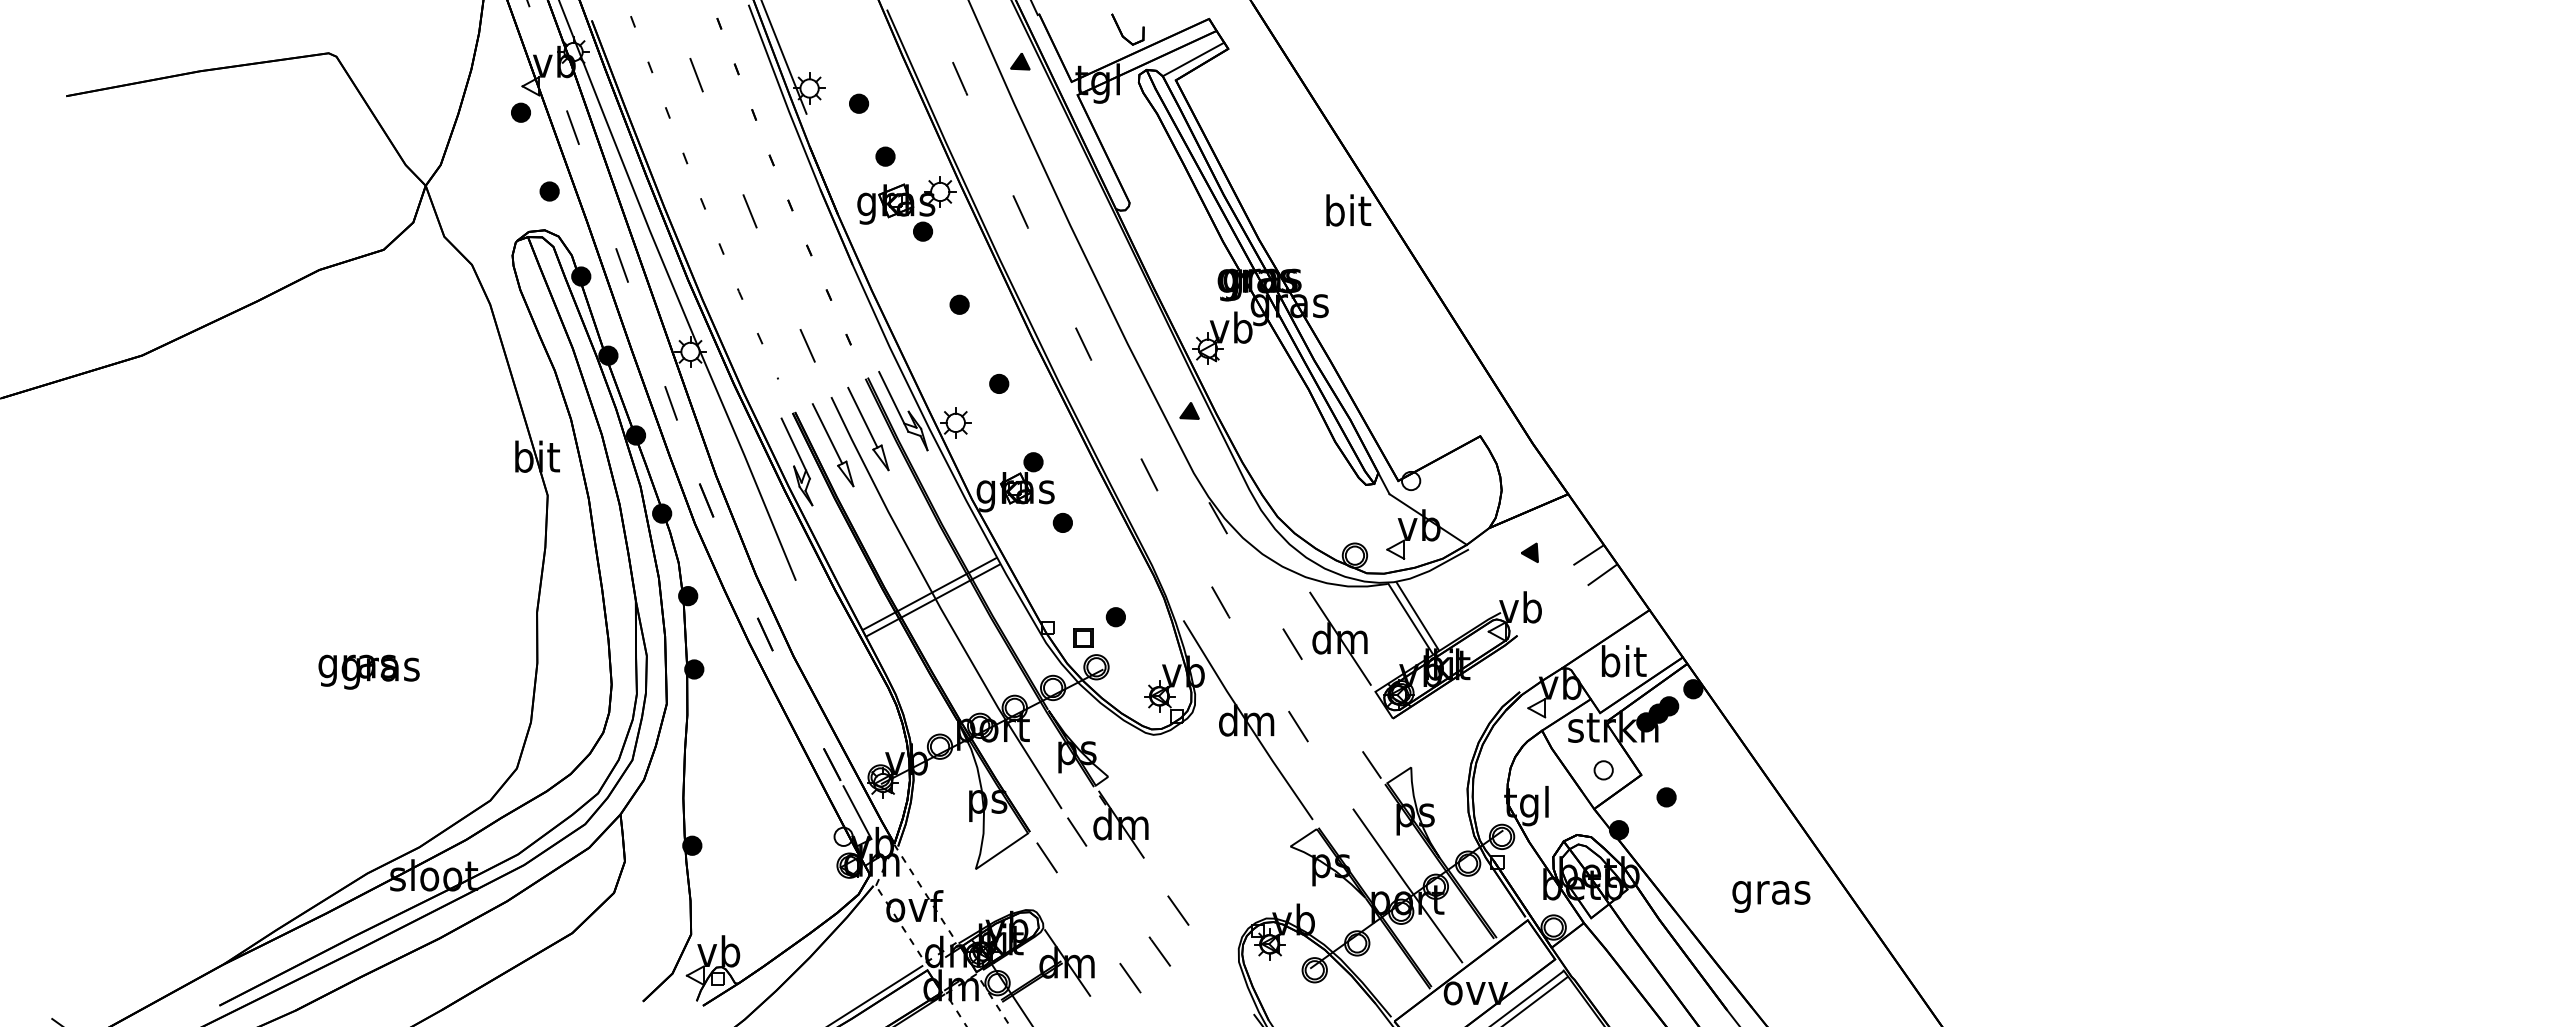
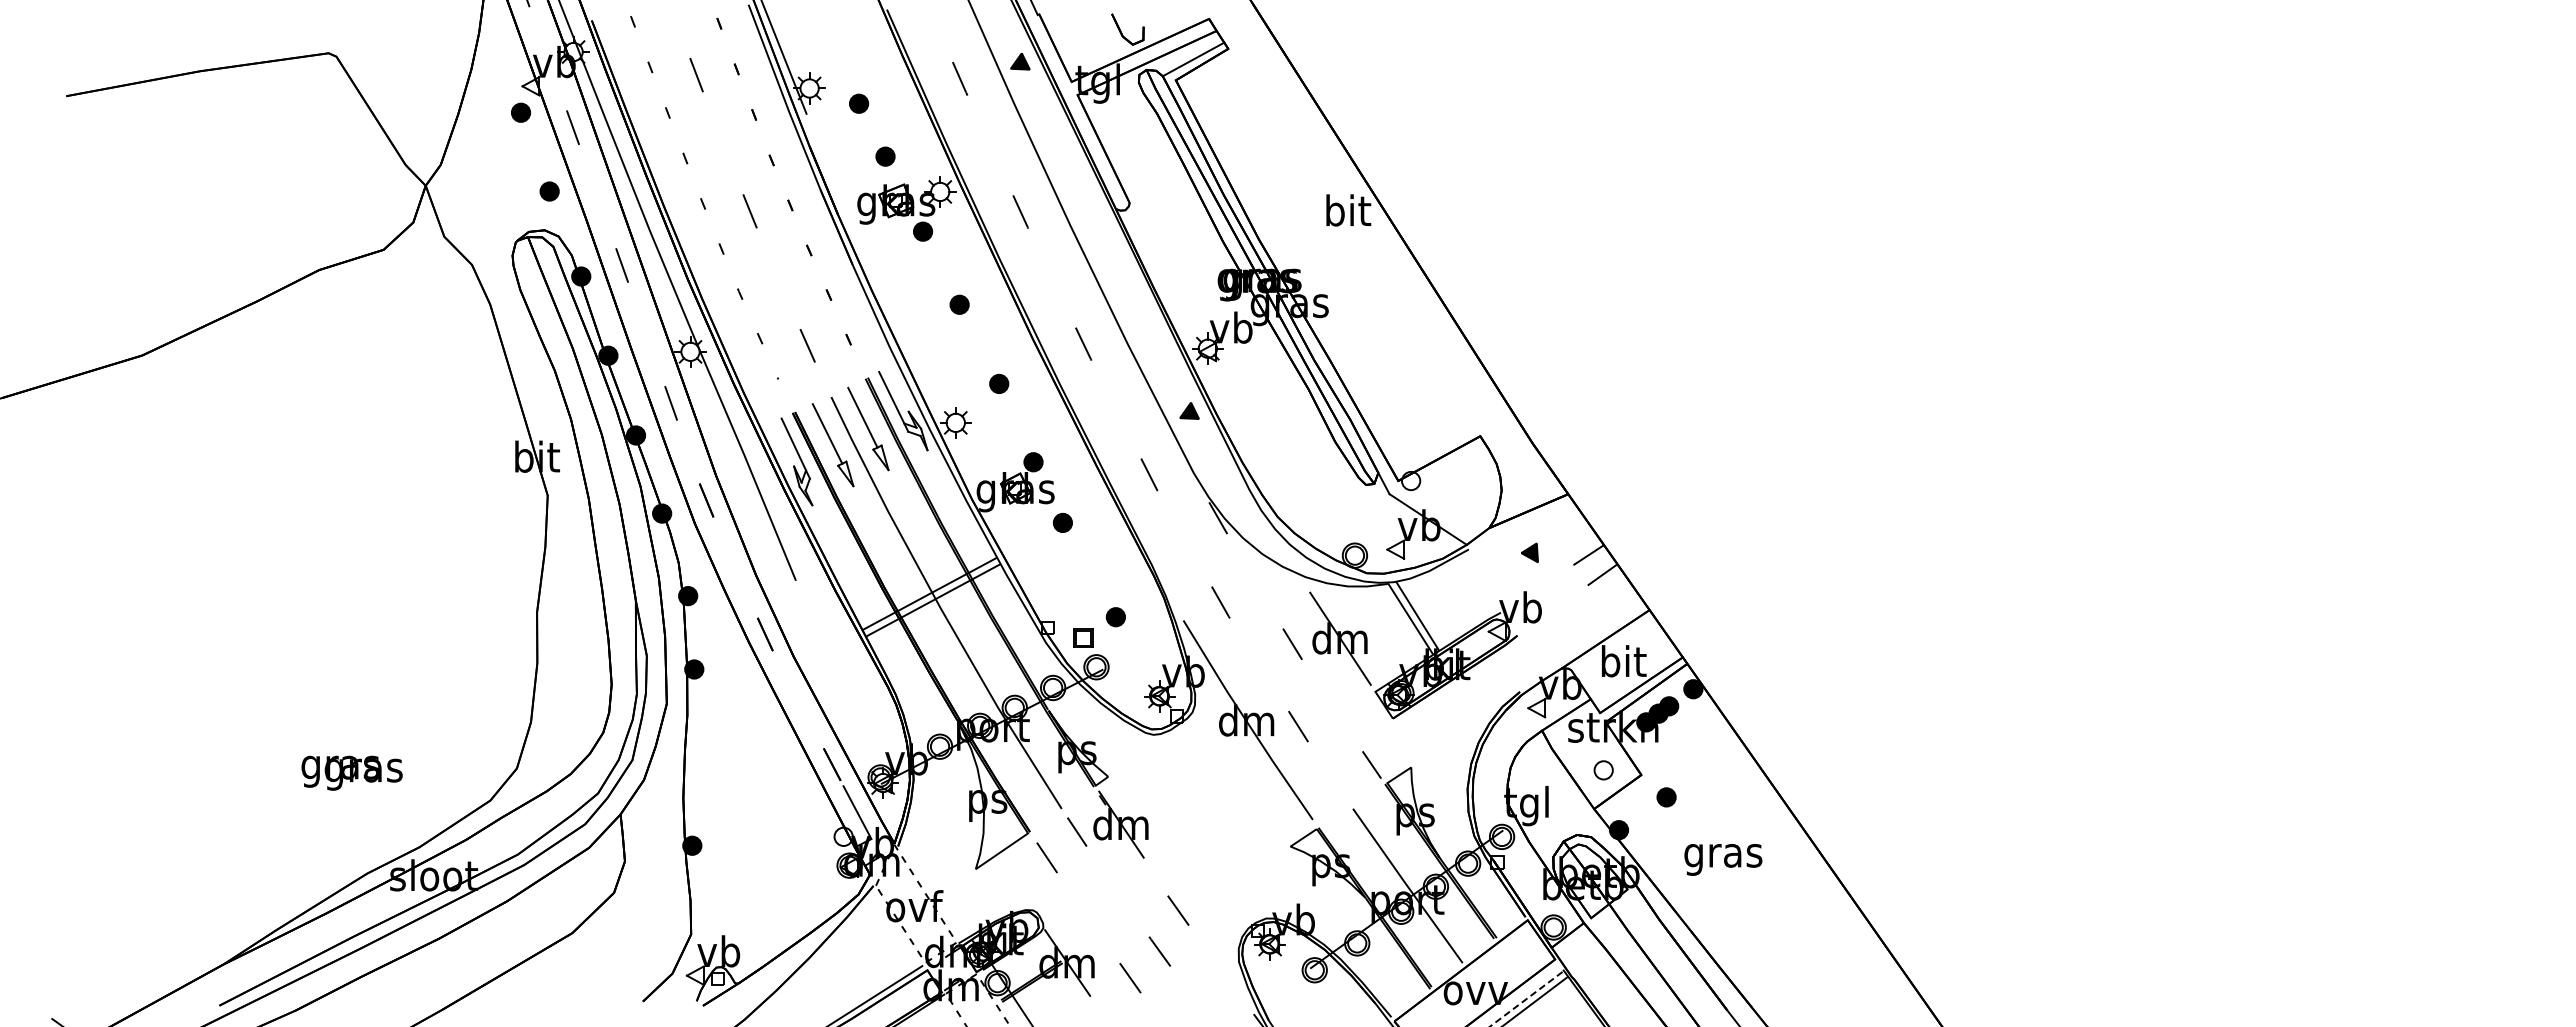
text at (368, 671) position: (368, 671) -> (351, 772)
text at (1771, 896) position: (1771, 896) -> (1723, 859)
line at (1526, 998): solid -> dashed
